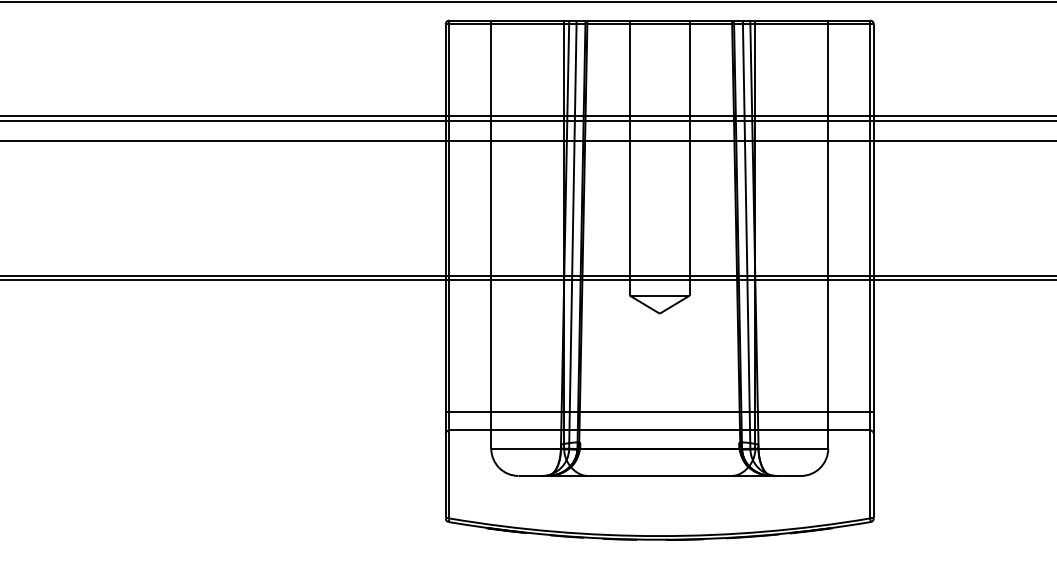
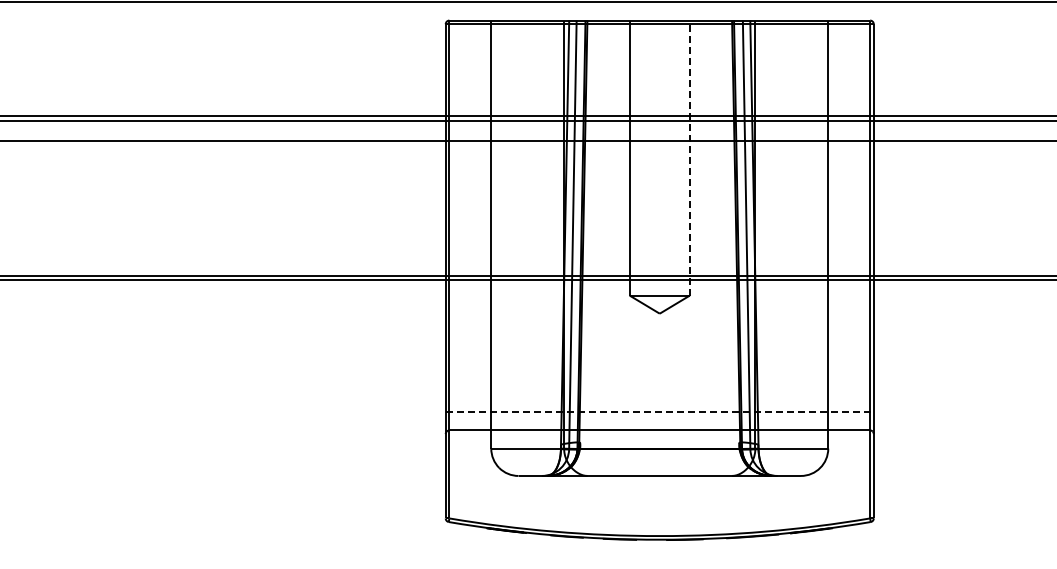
line at (689, 158): solid -> dashed
line at (660, 412): solid -> dashed
